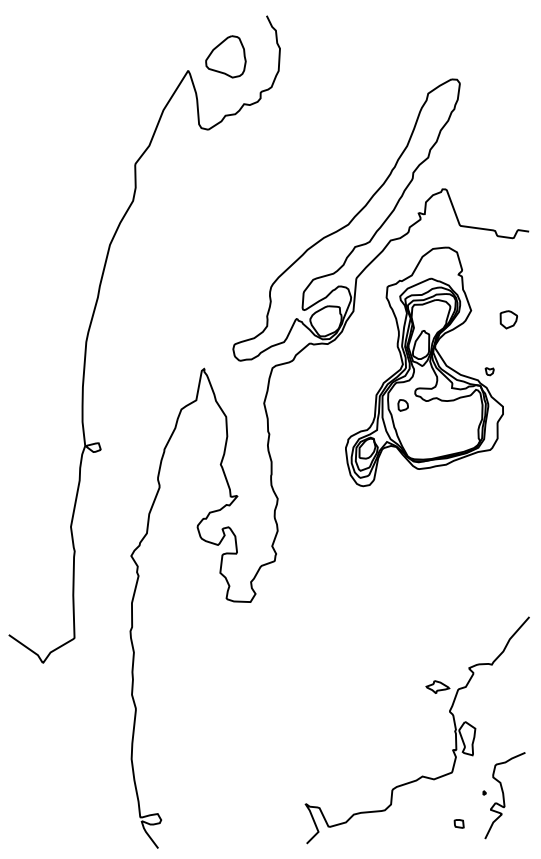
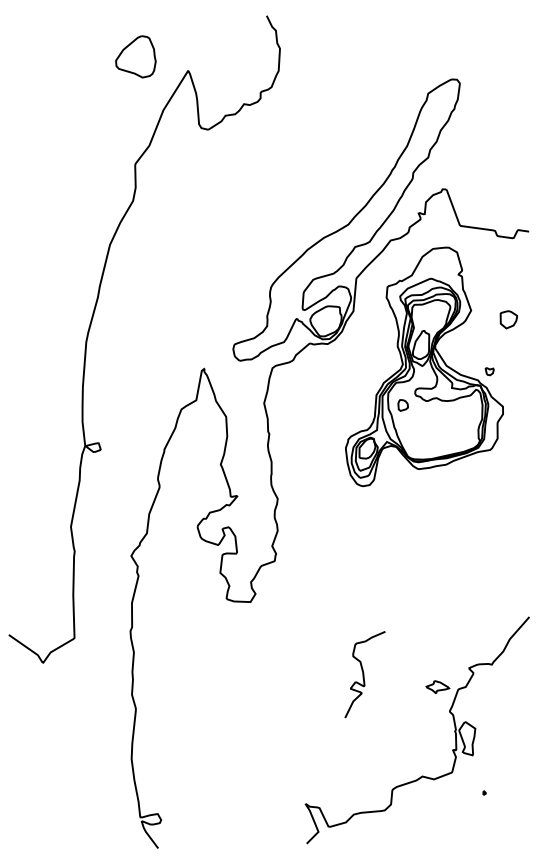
part at (225, 56) position: (225, 56) -> (135, 56)
curve at (504, 795) position: (504, 795) -> (364, 674)
part at (458, 823): present -> none
